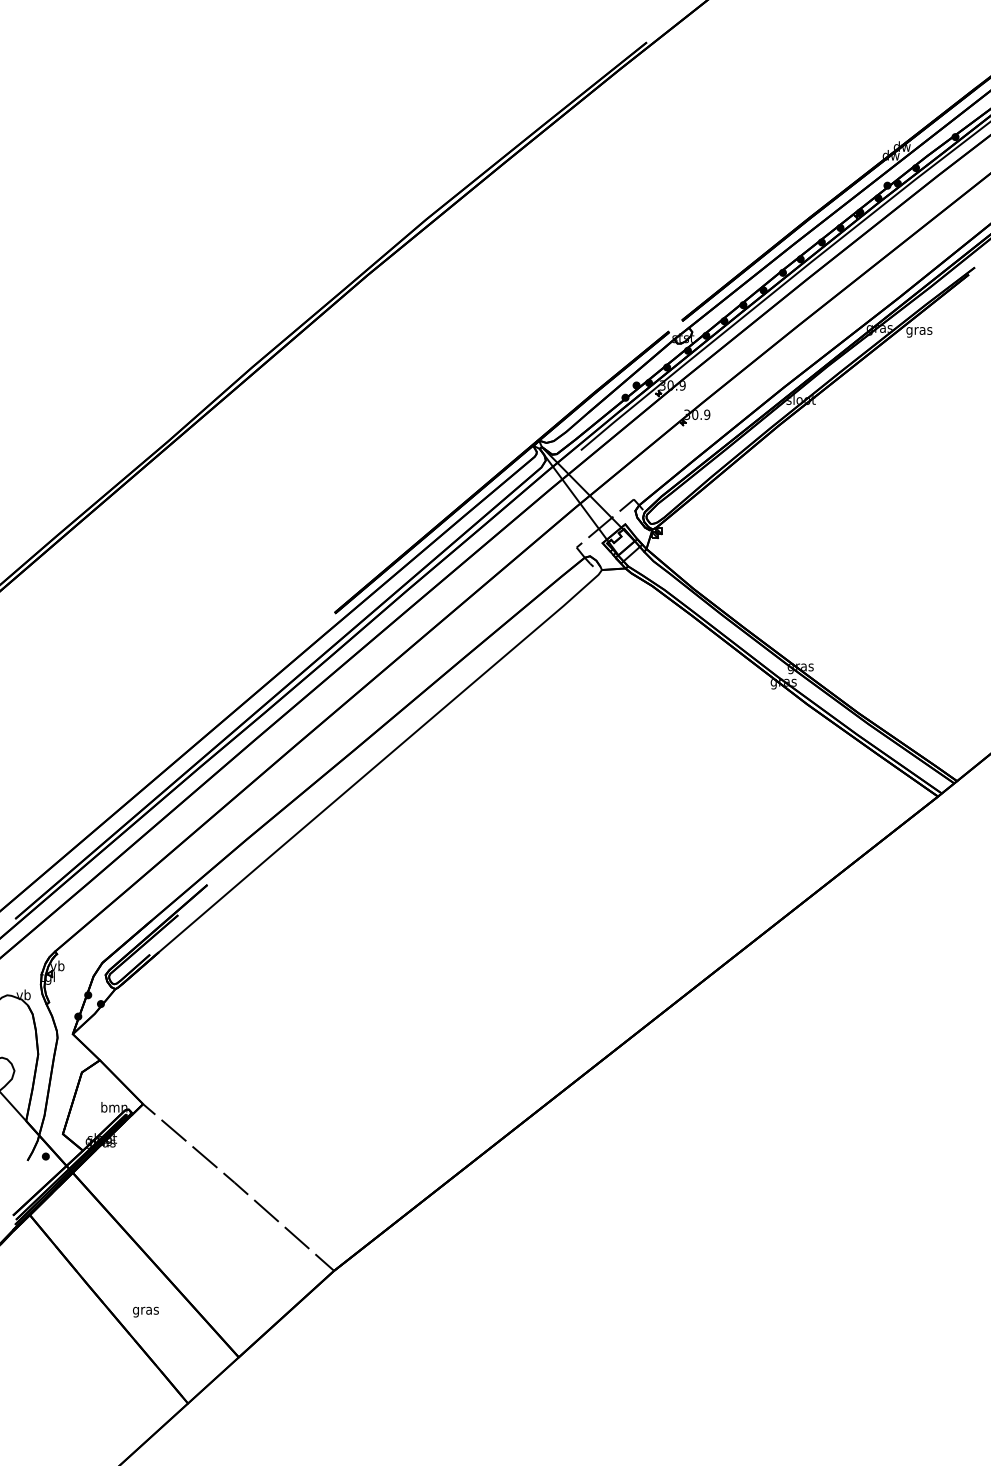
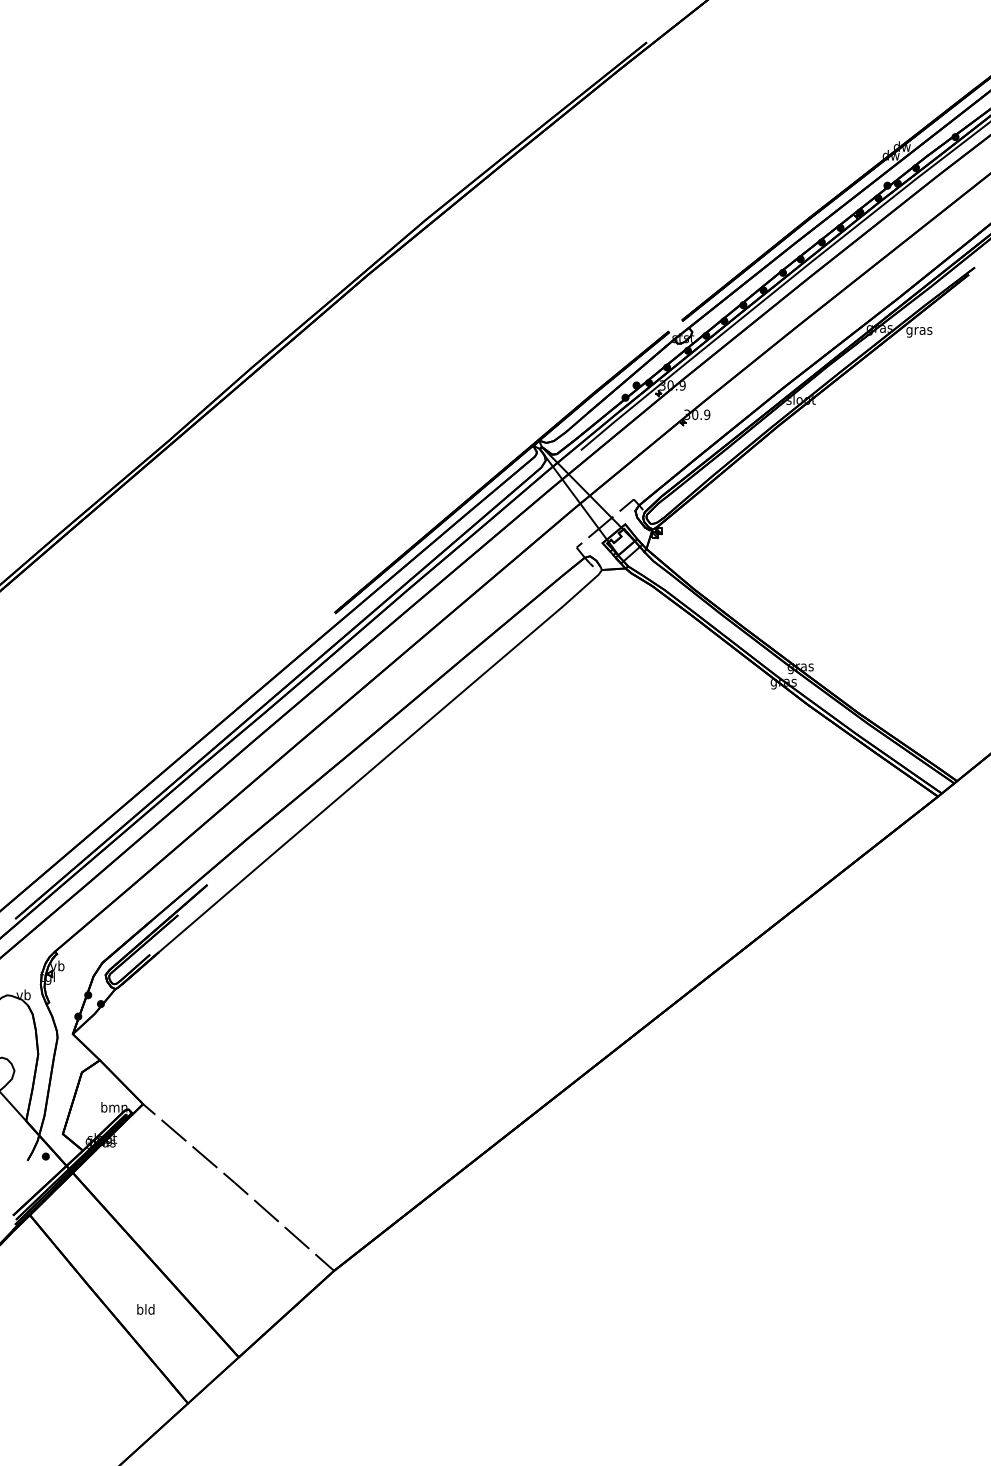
text at (145, 1310): gras -> bld
